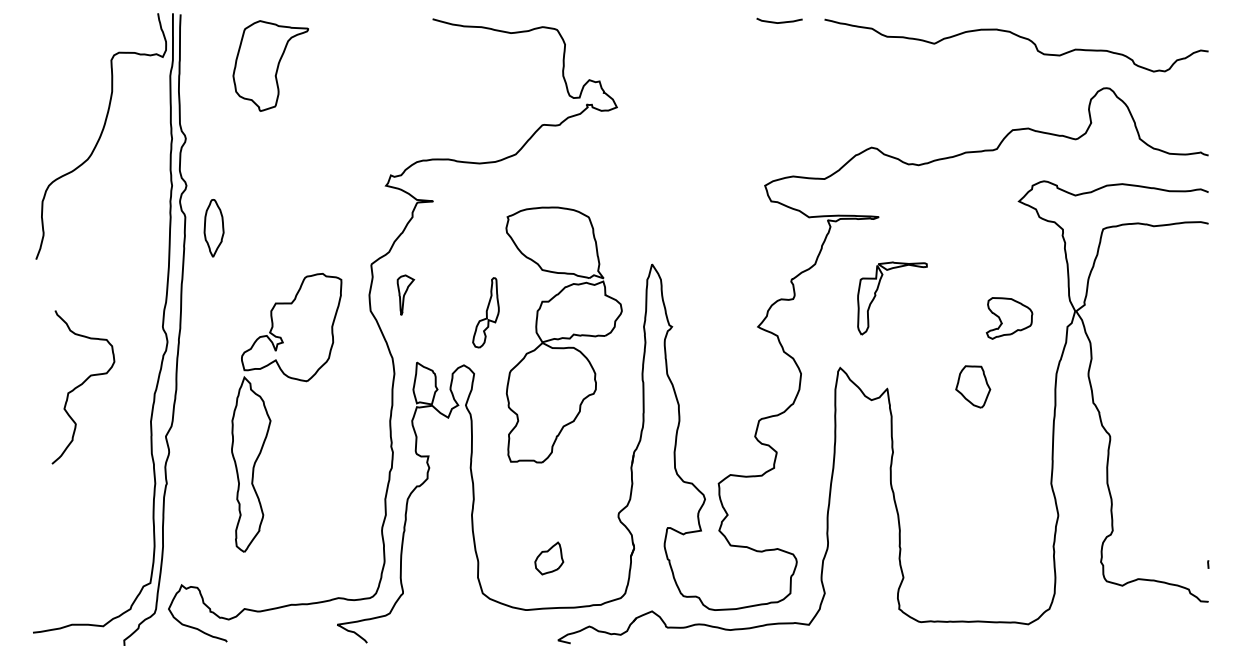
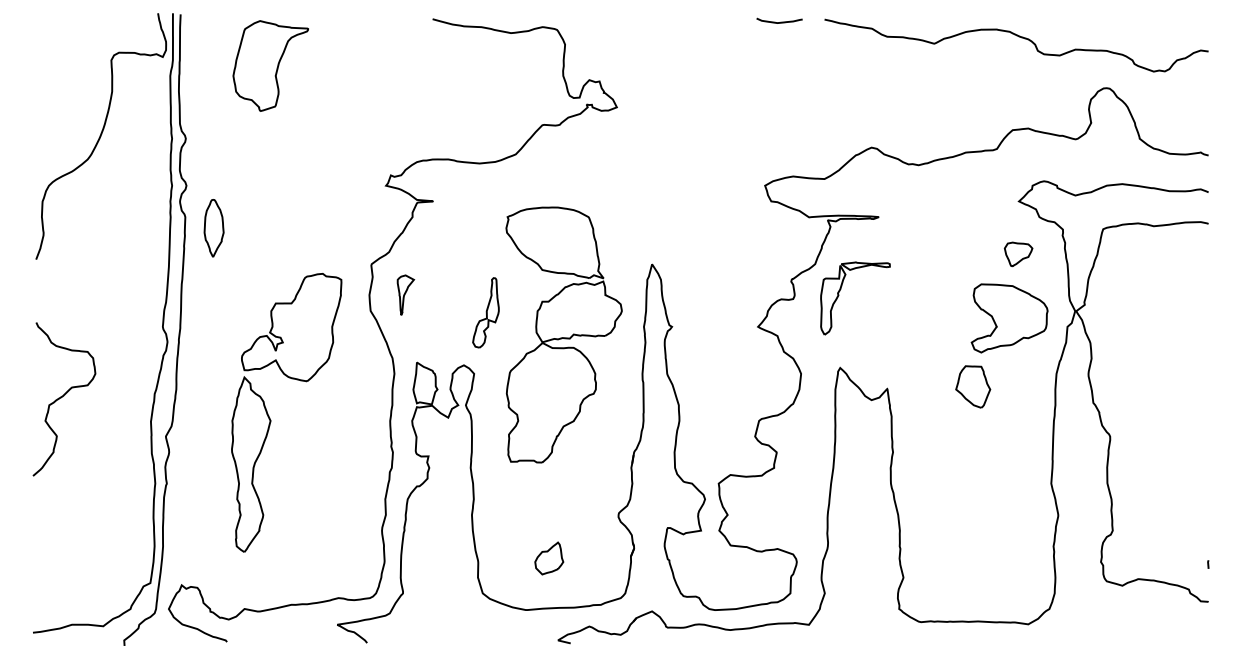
part at (1018, 254): none -> present
part at (876, 295) position: (876, 295) -> (839, 295)
part at (1009, 318) size: 49x43 px -> 79x71 px
curve at (81, 385) position: (81, 385) -> (62, 397)
